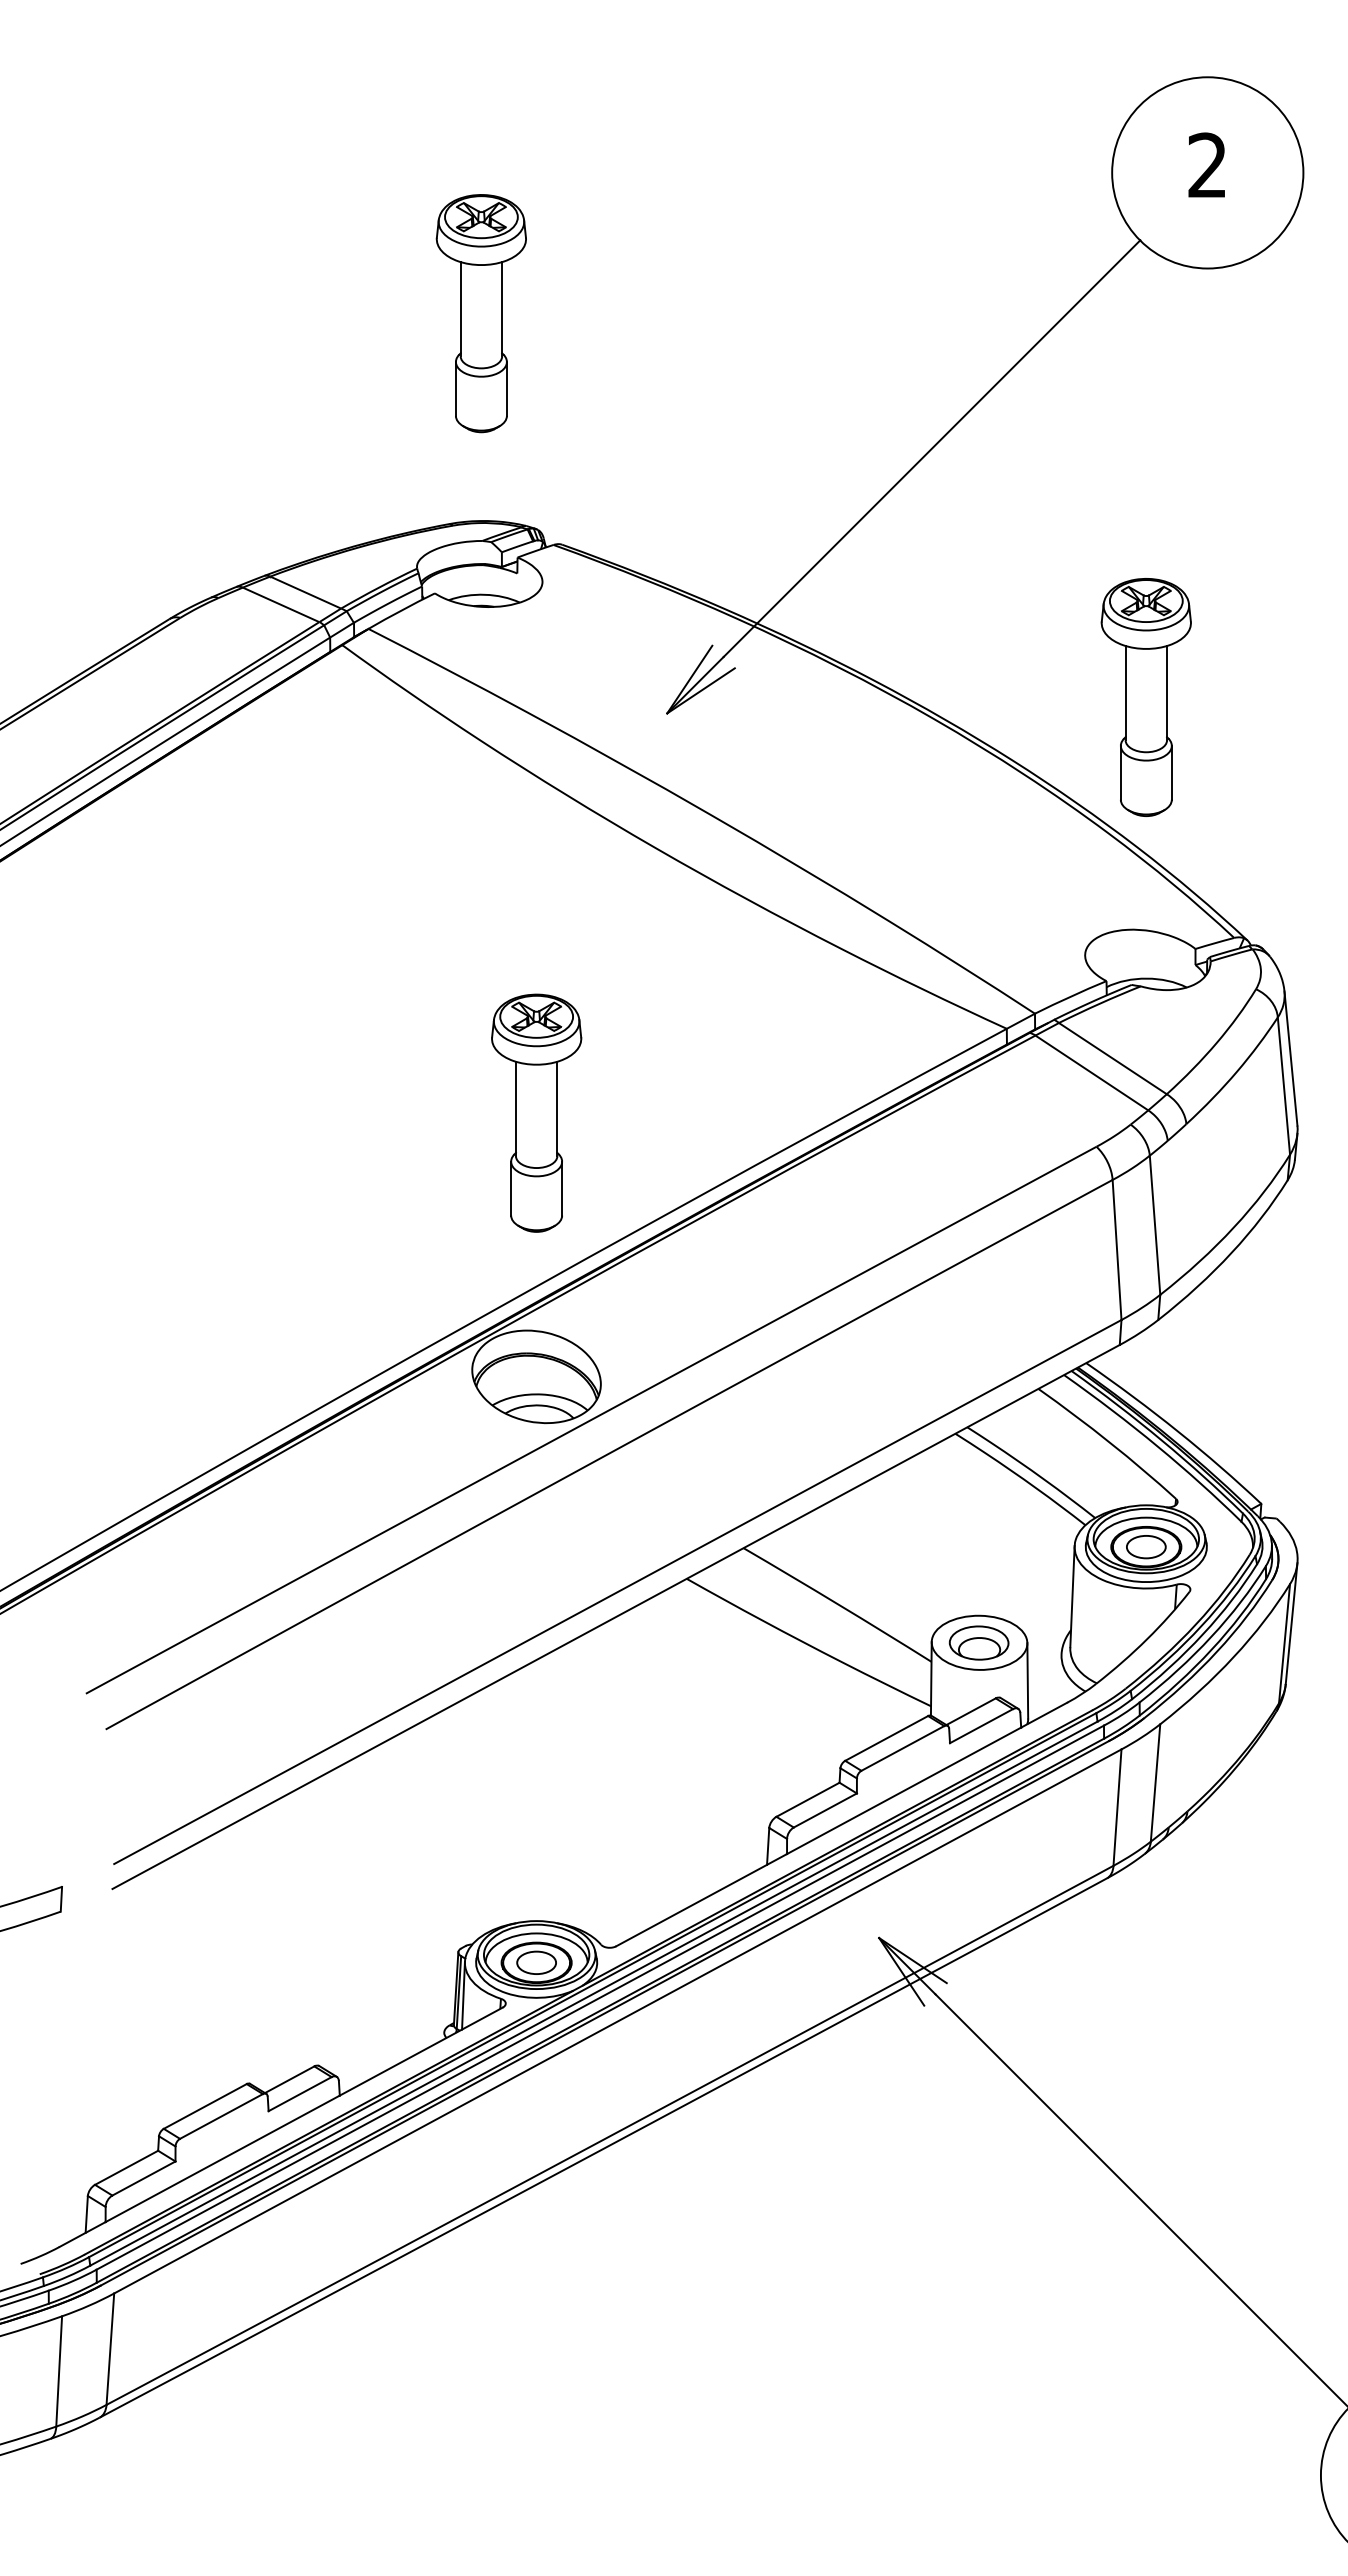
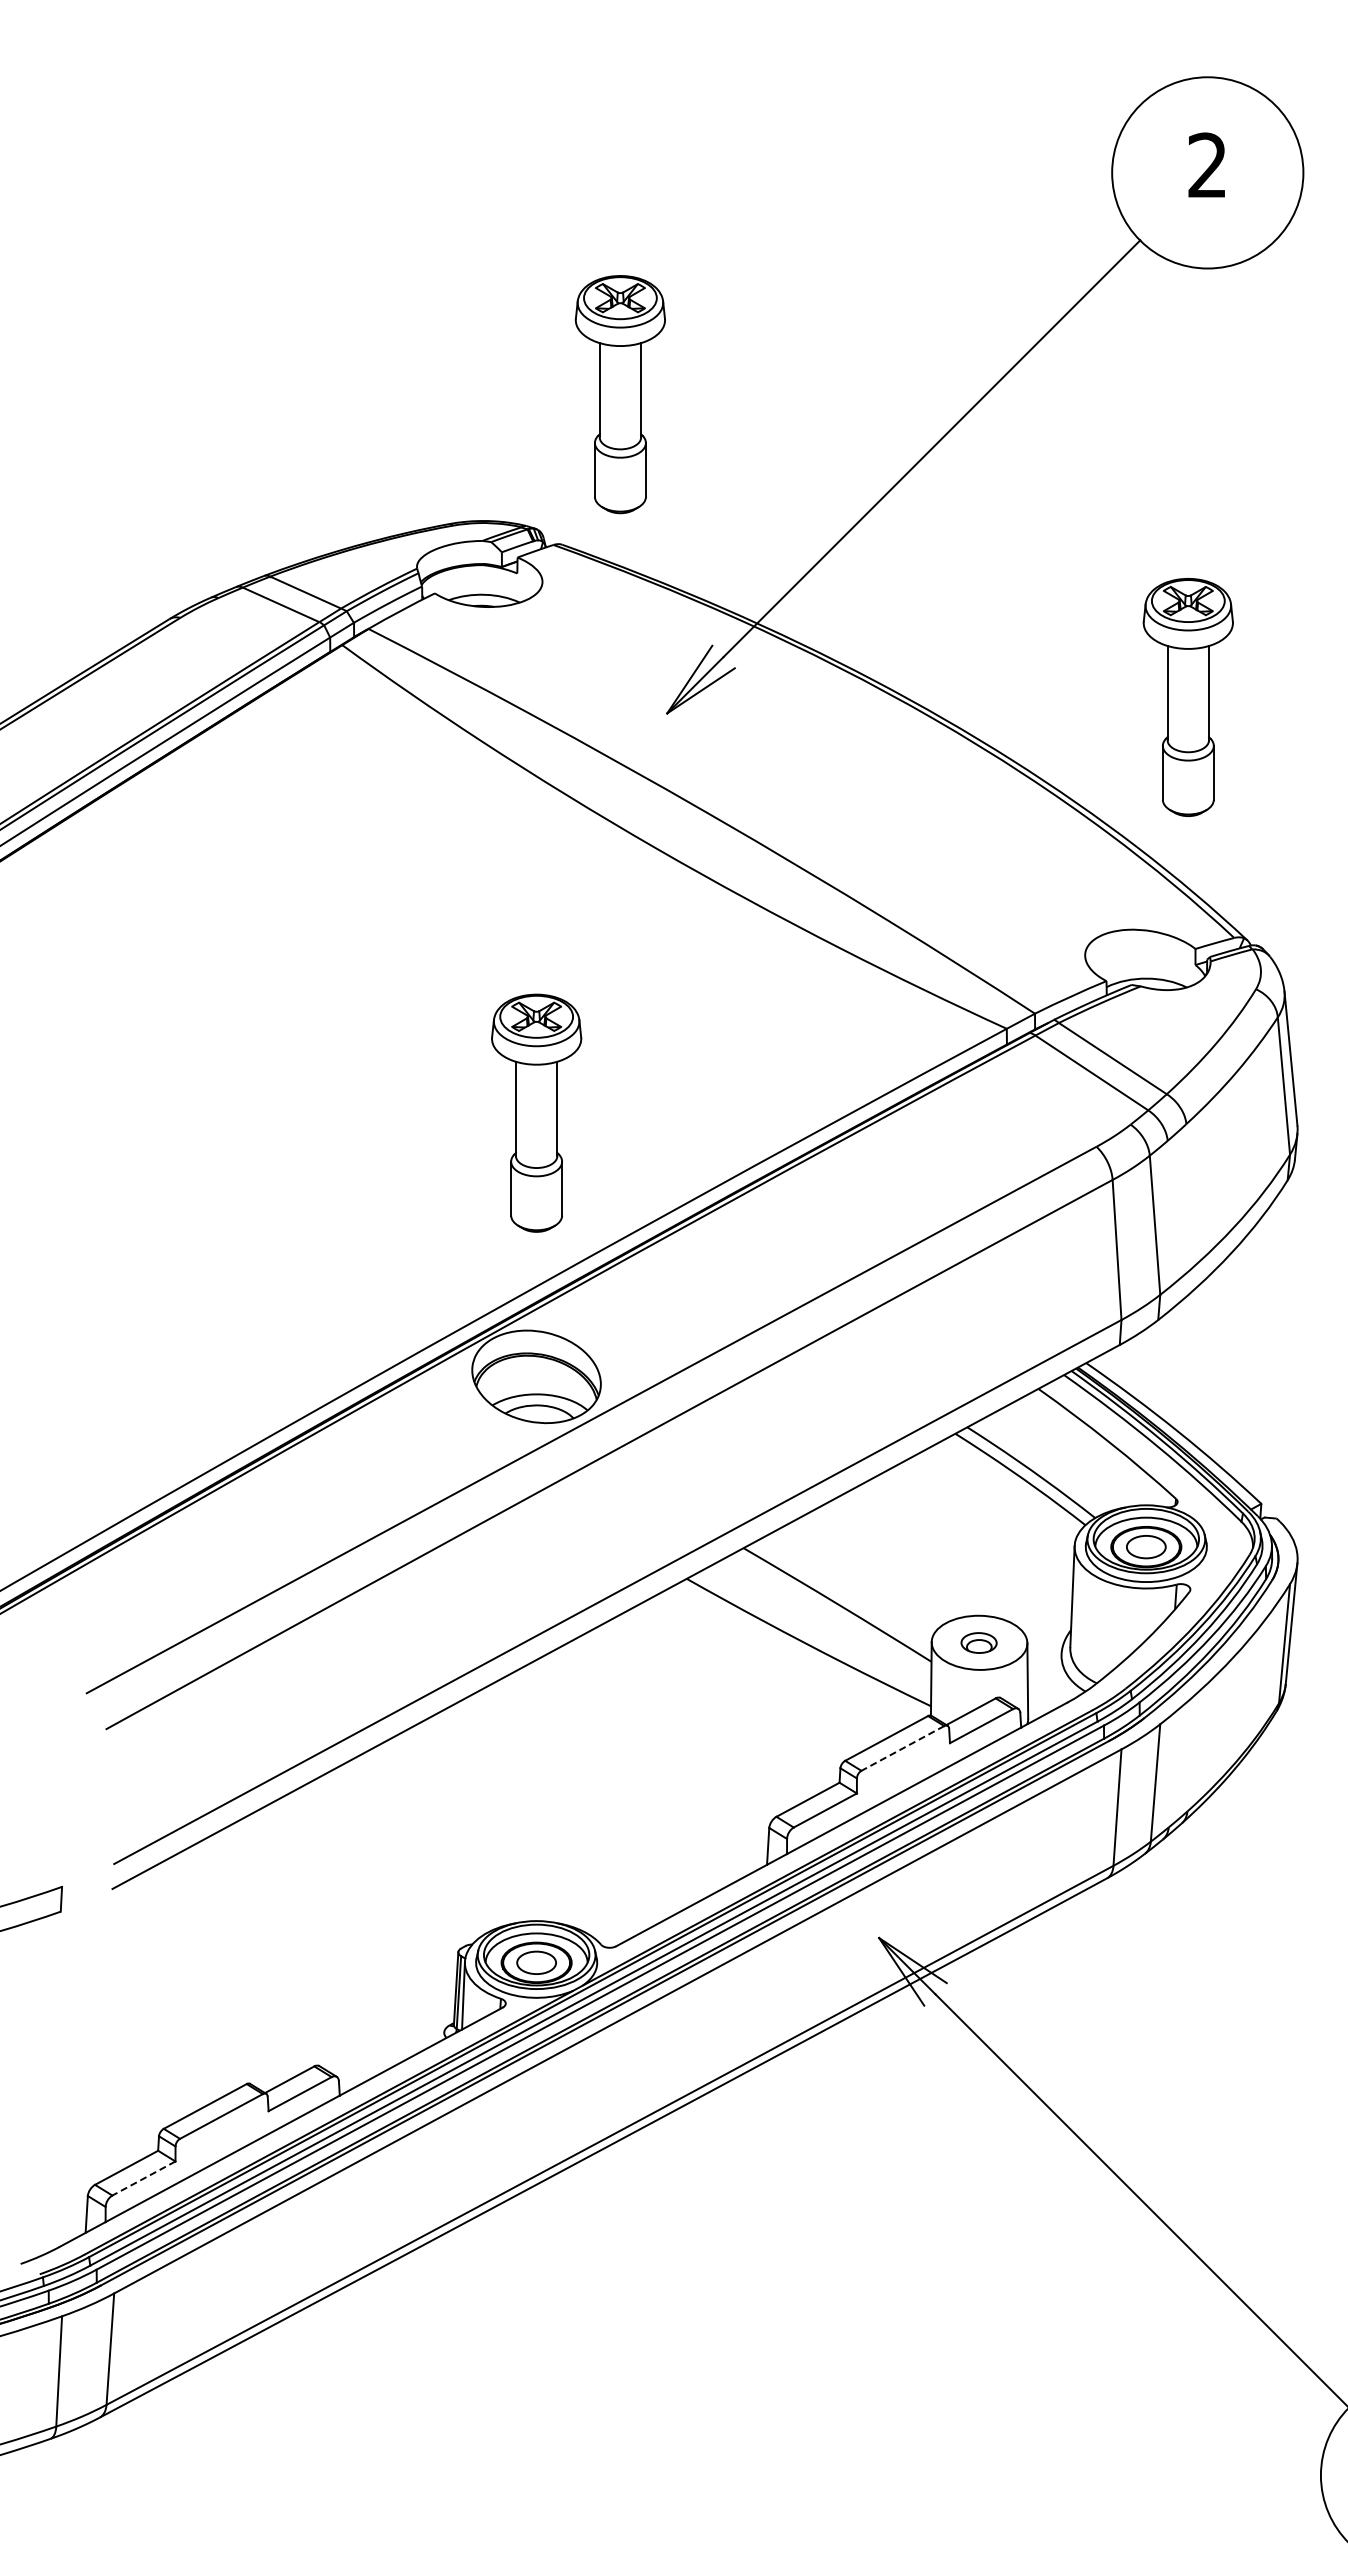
part at (480, 313) position: (480, 313) -> (619, 394)
part at (1145, 697) position: (1145, 697) -> (1187, 697)
part at (978, 1642) size: 62x36 px -> 38x22 px
line at (902, 1748): solid -> dashed
line at (143, 2178): solid -> dashed
